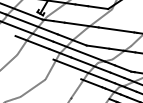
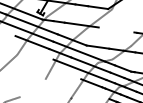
line at (116, 29): present -> none
line at (32, 88): present -> none
